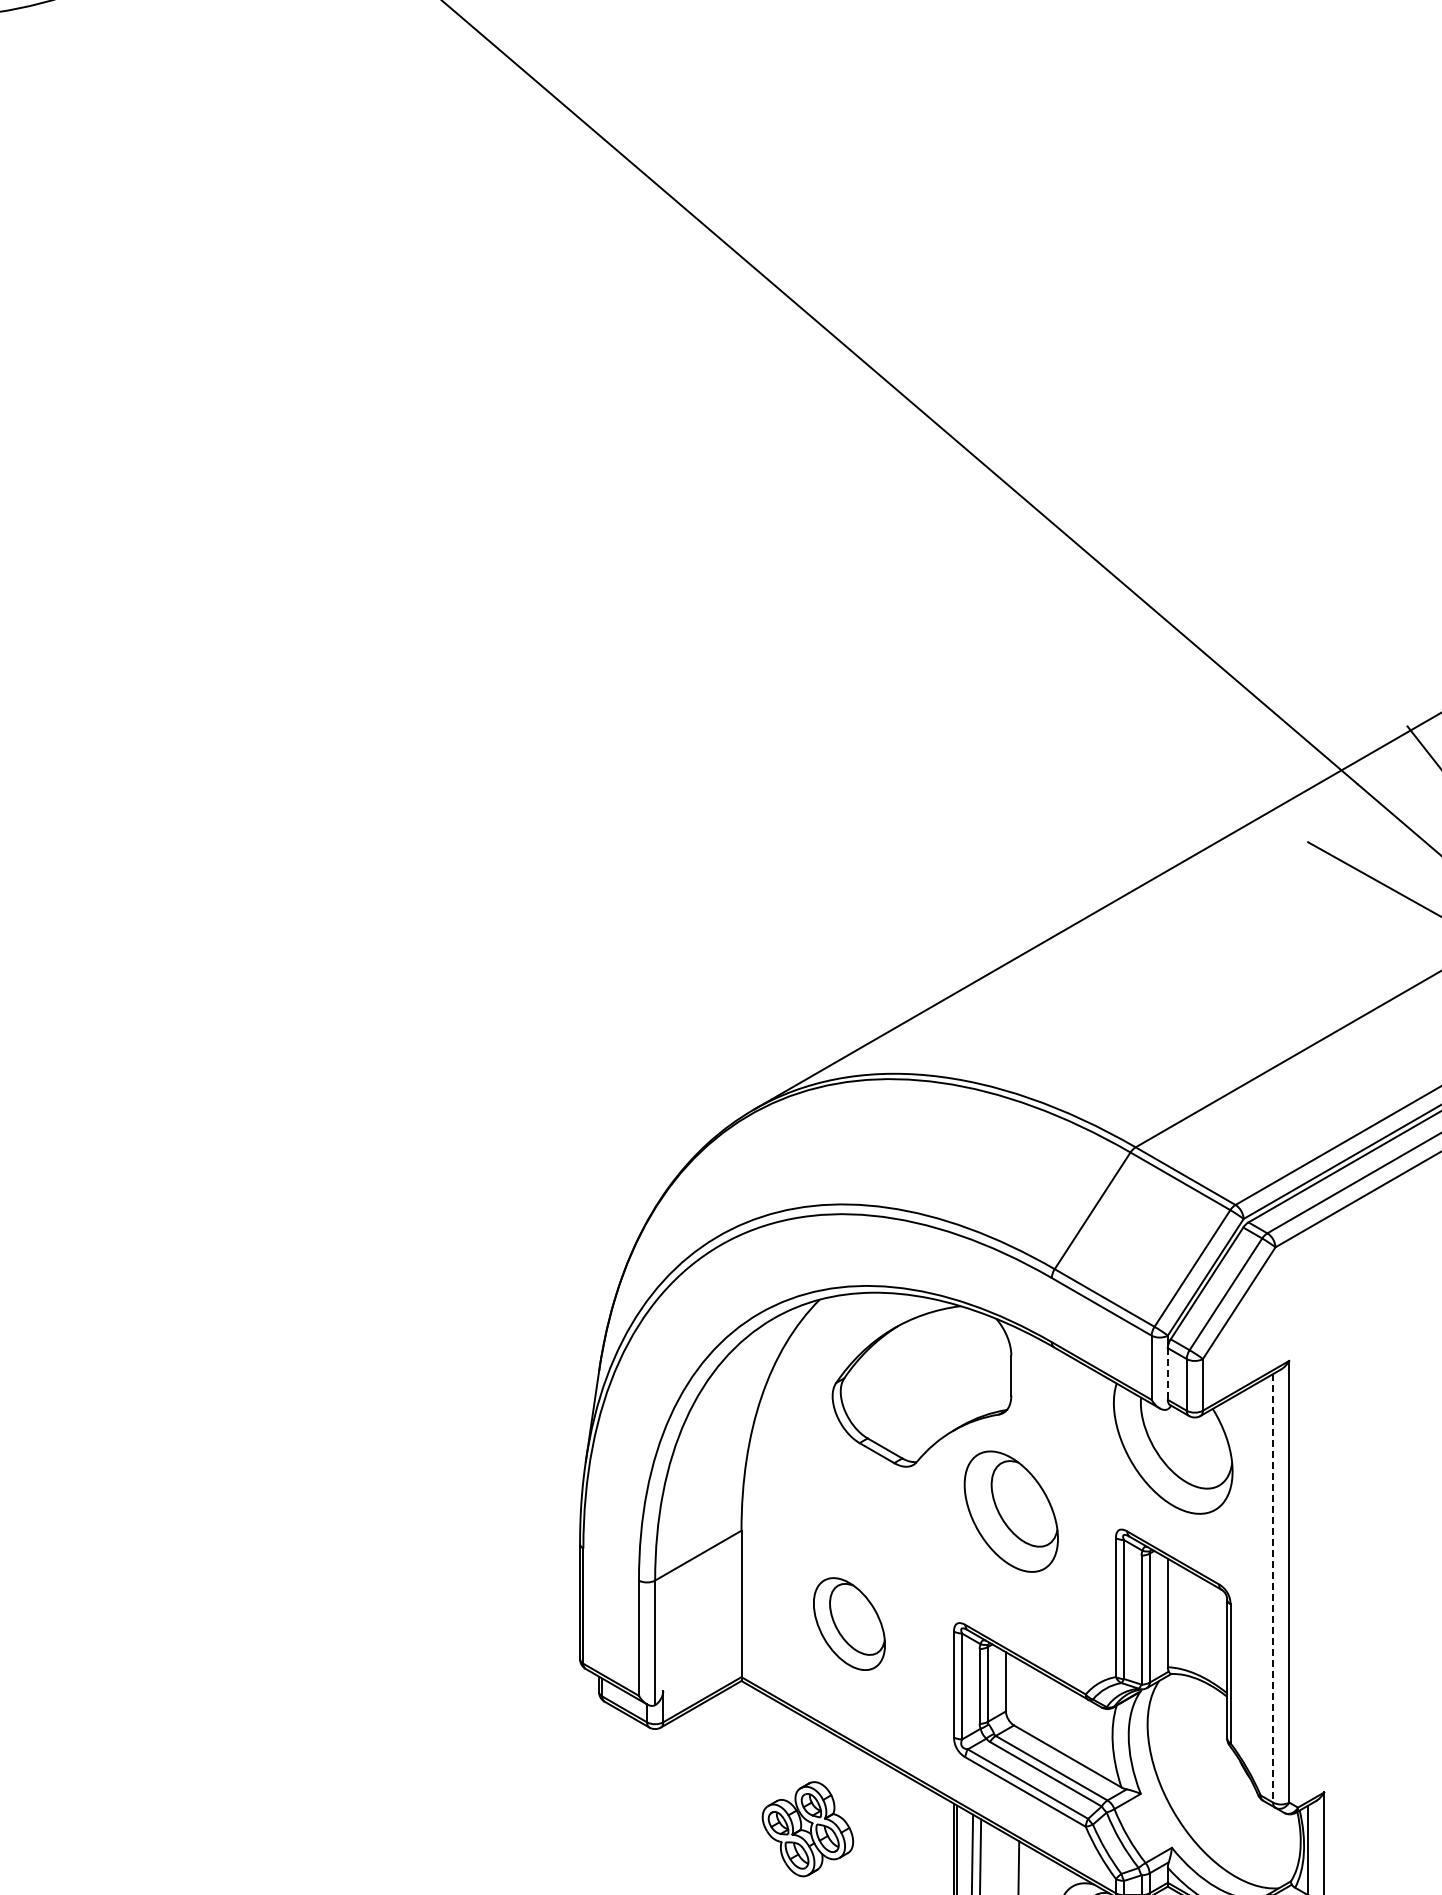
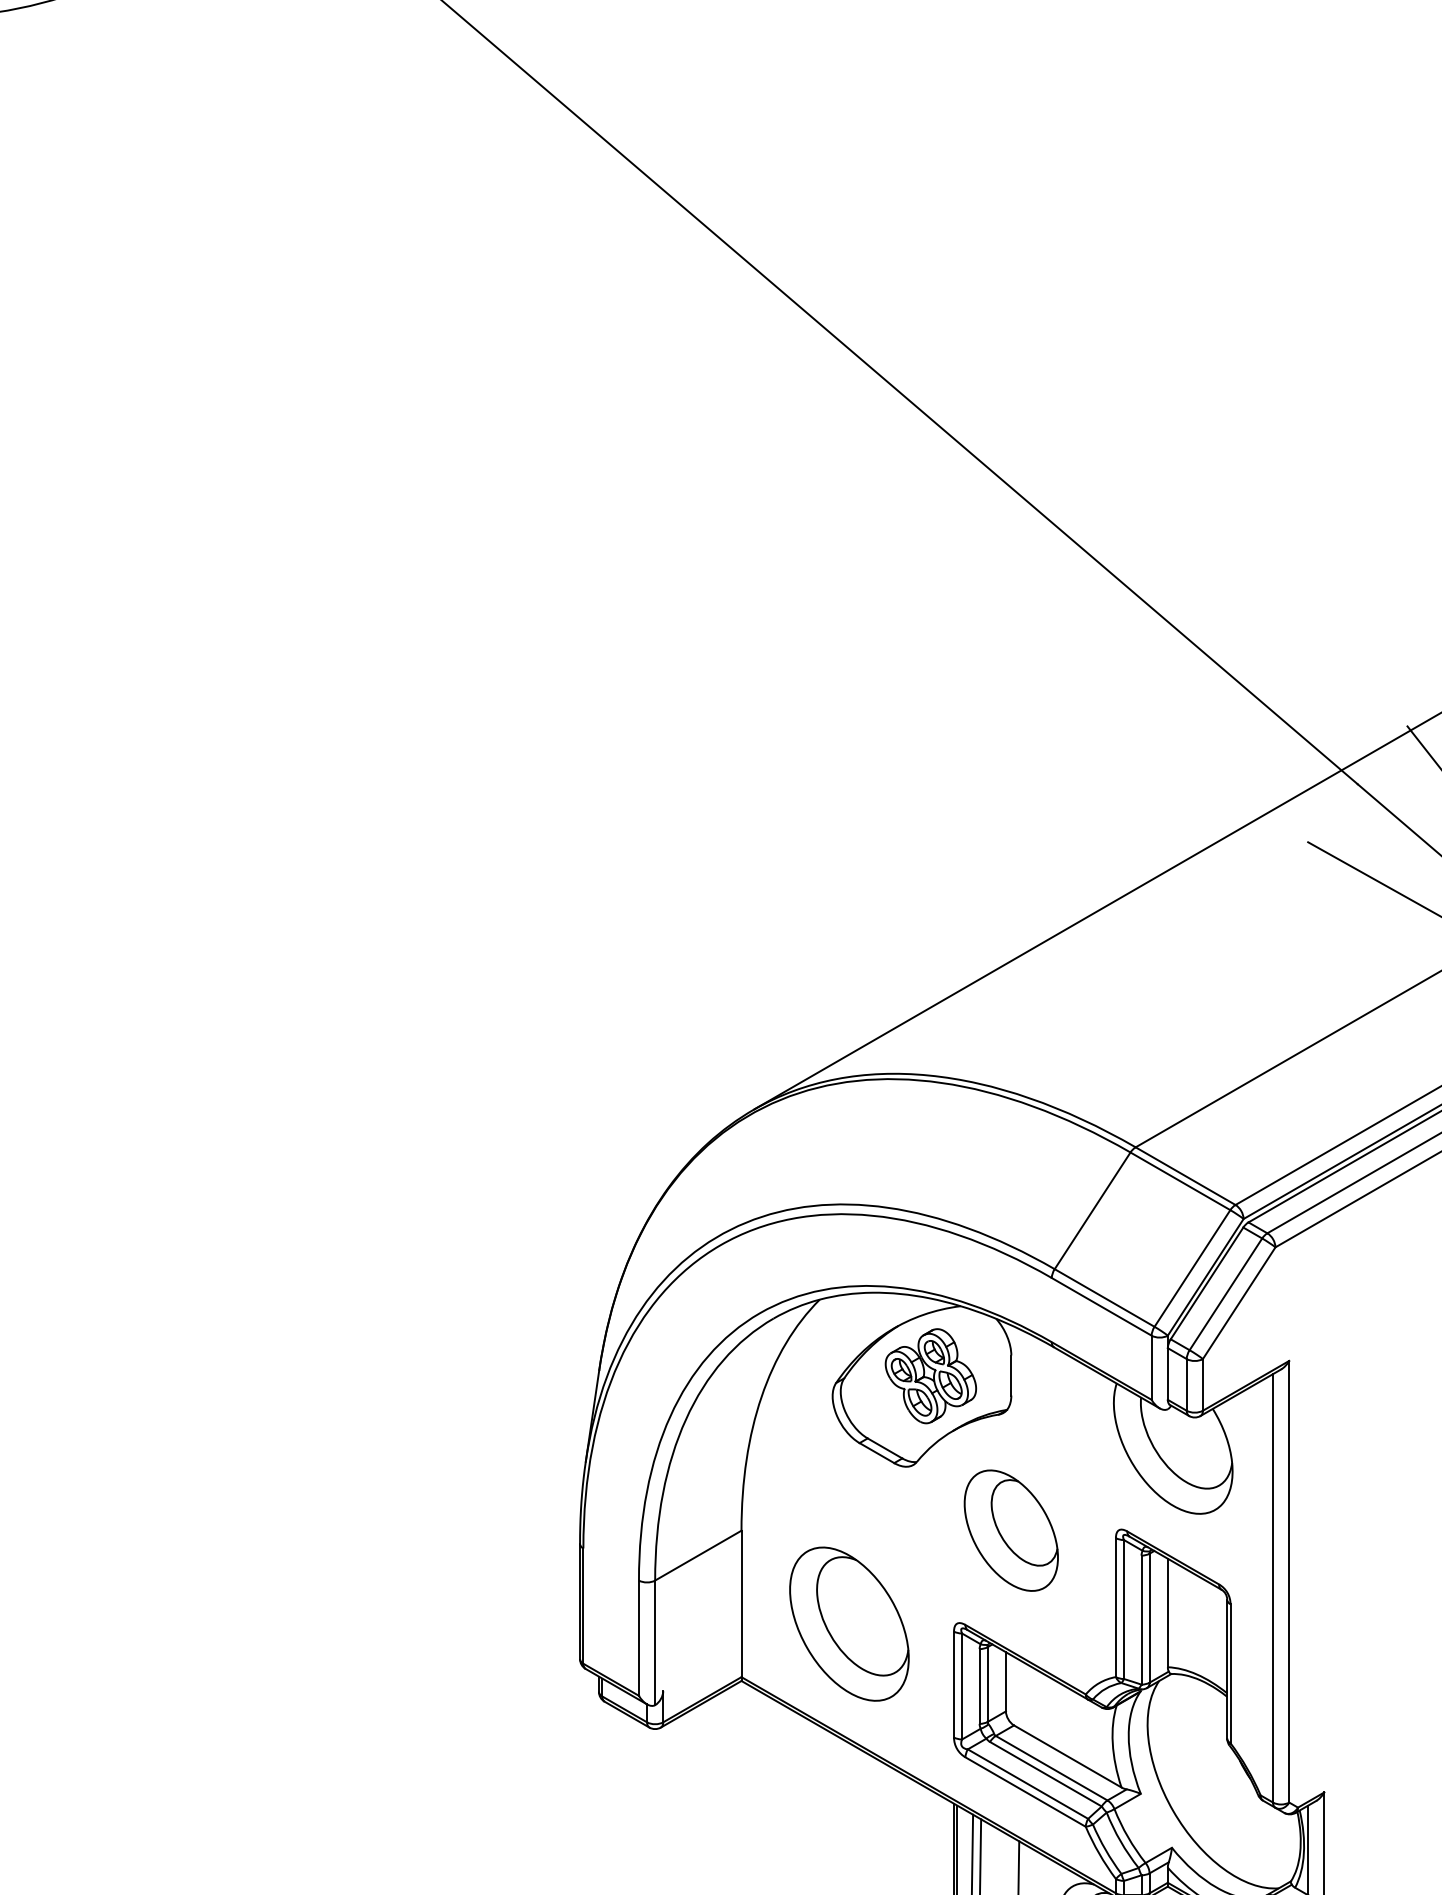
line at (1167, 1374): dashed -> solid
part at (1010, 1511) position: (1010, 1511) -> (1010, 1530)
line at (1273, 1588): dashed -> solid
part at (849, 1623) size: 73x94 px -> 121x156 px
part at (807, 1829) position: (807, 1829) -> (930, 1376)
